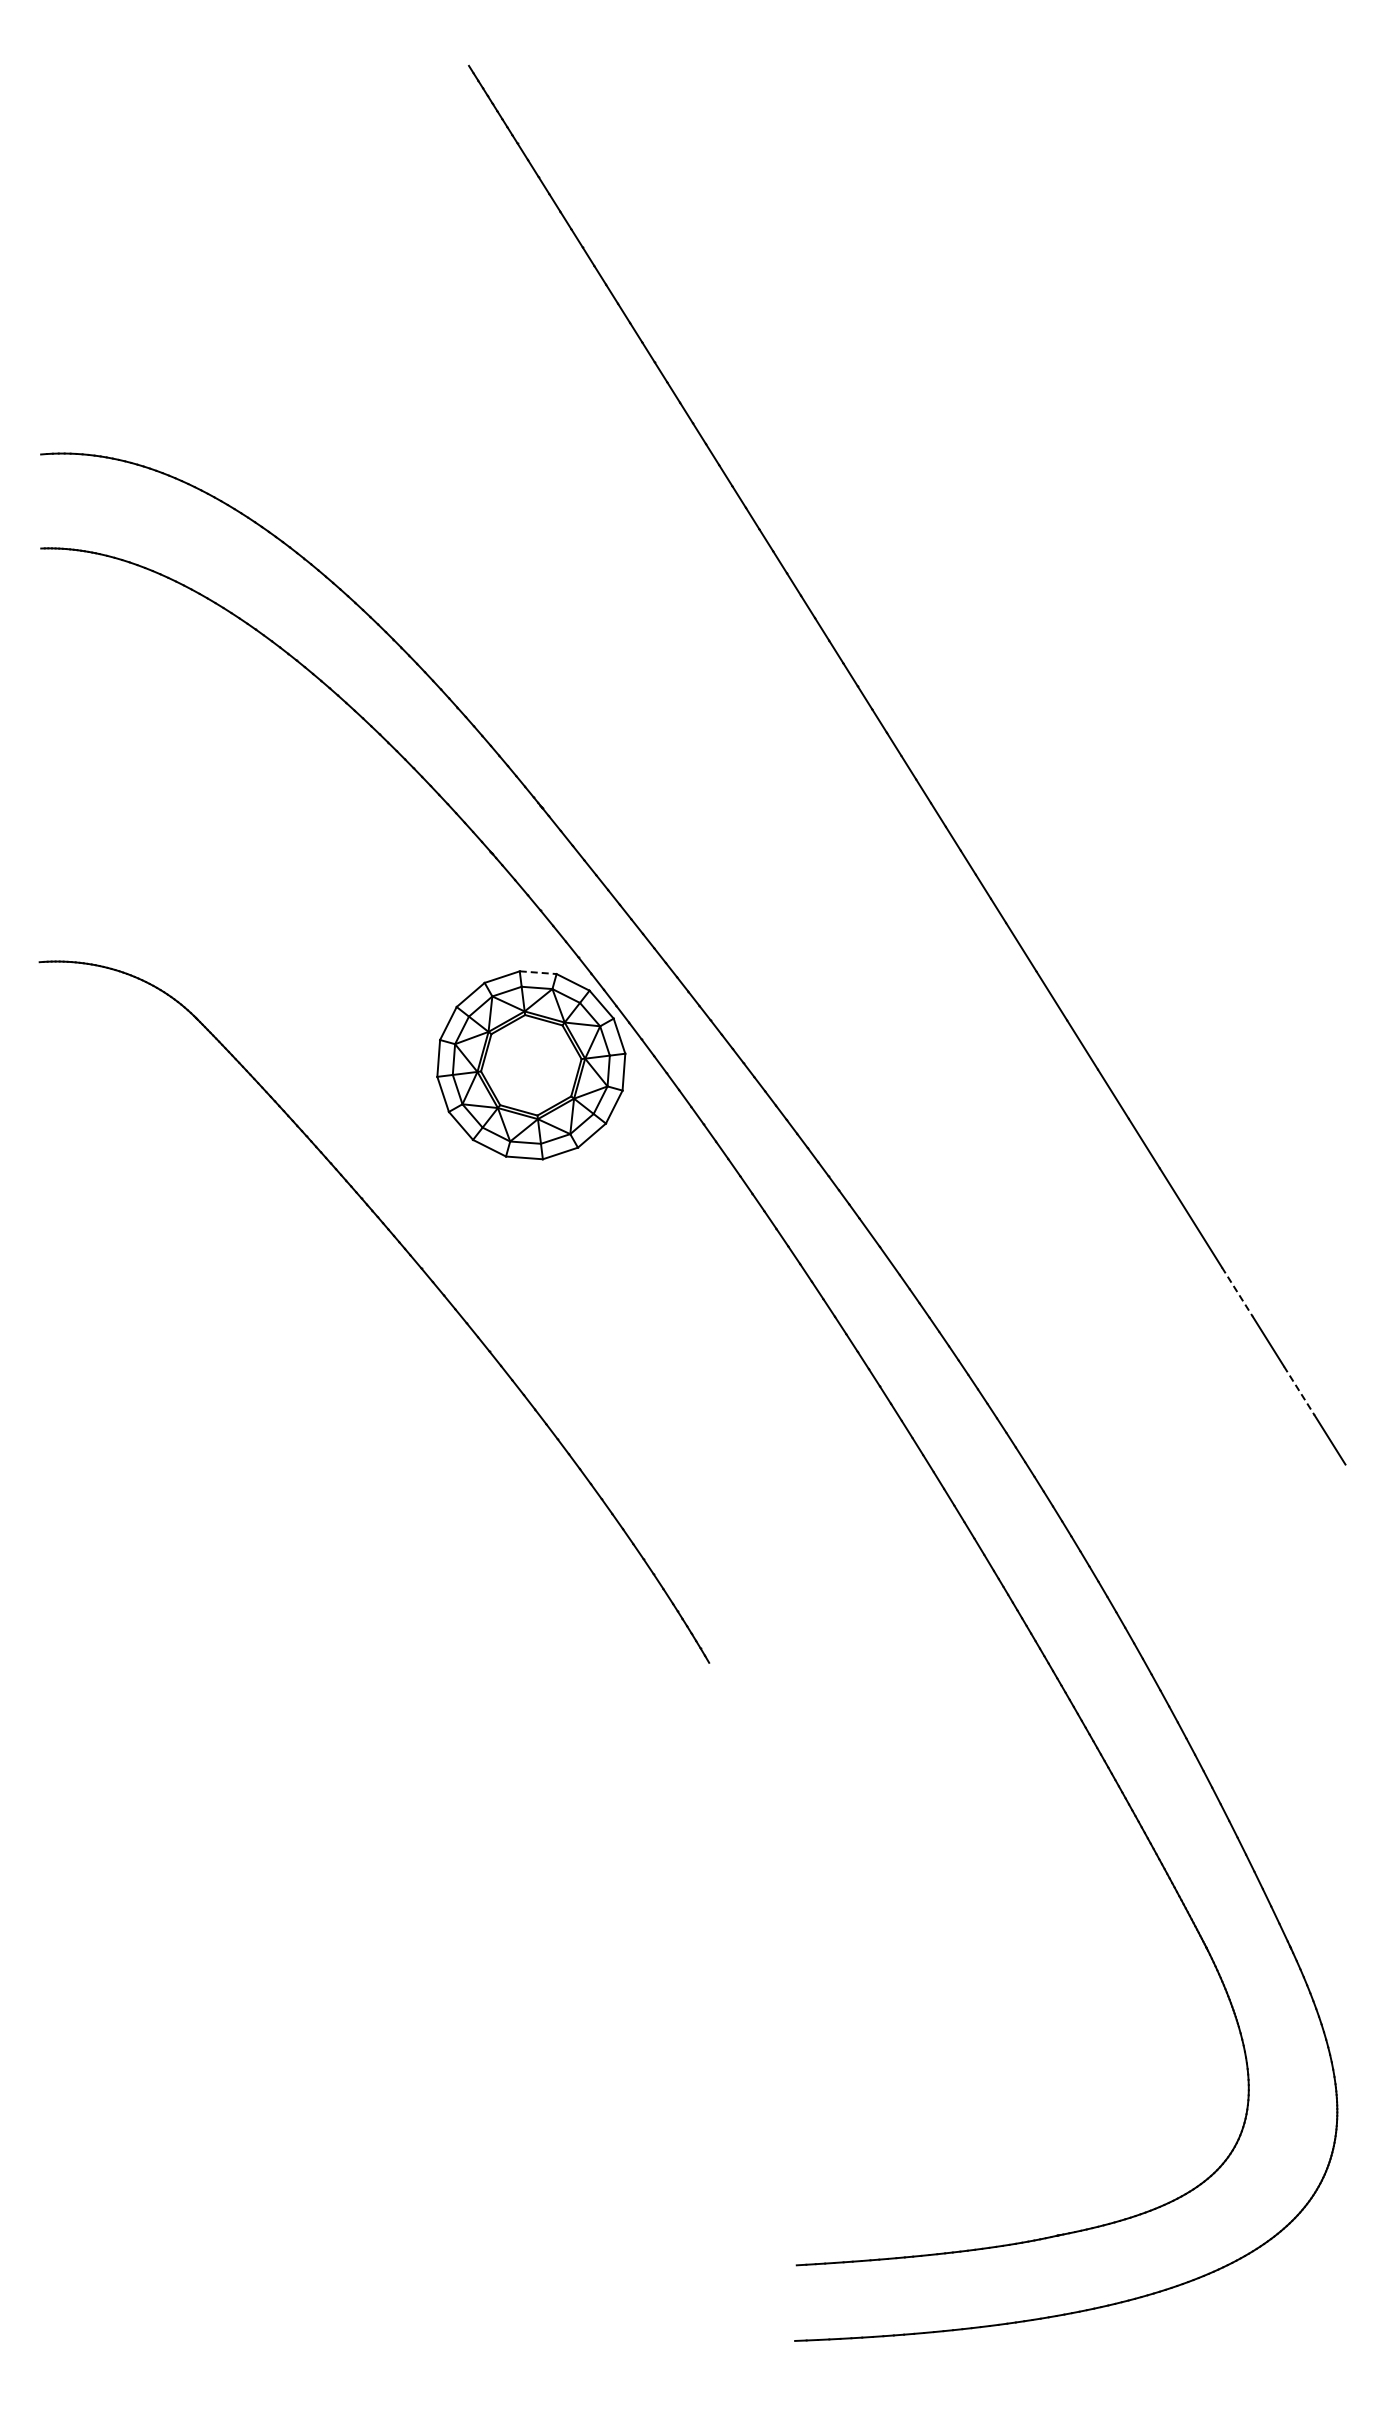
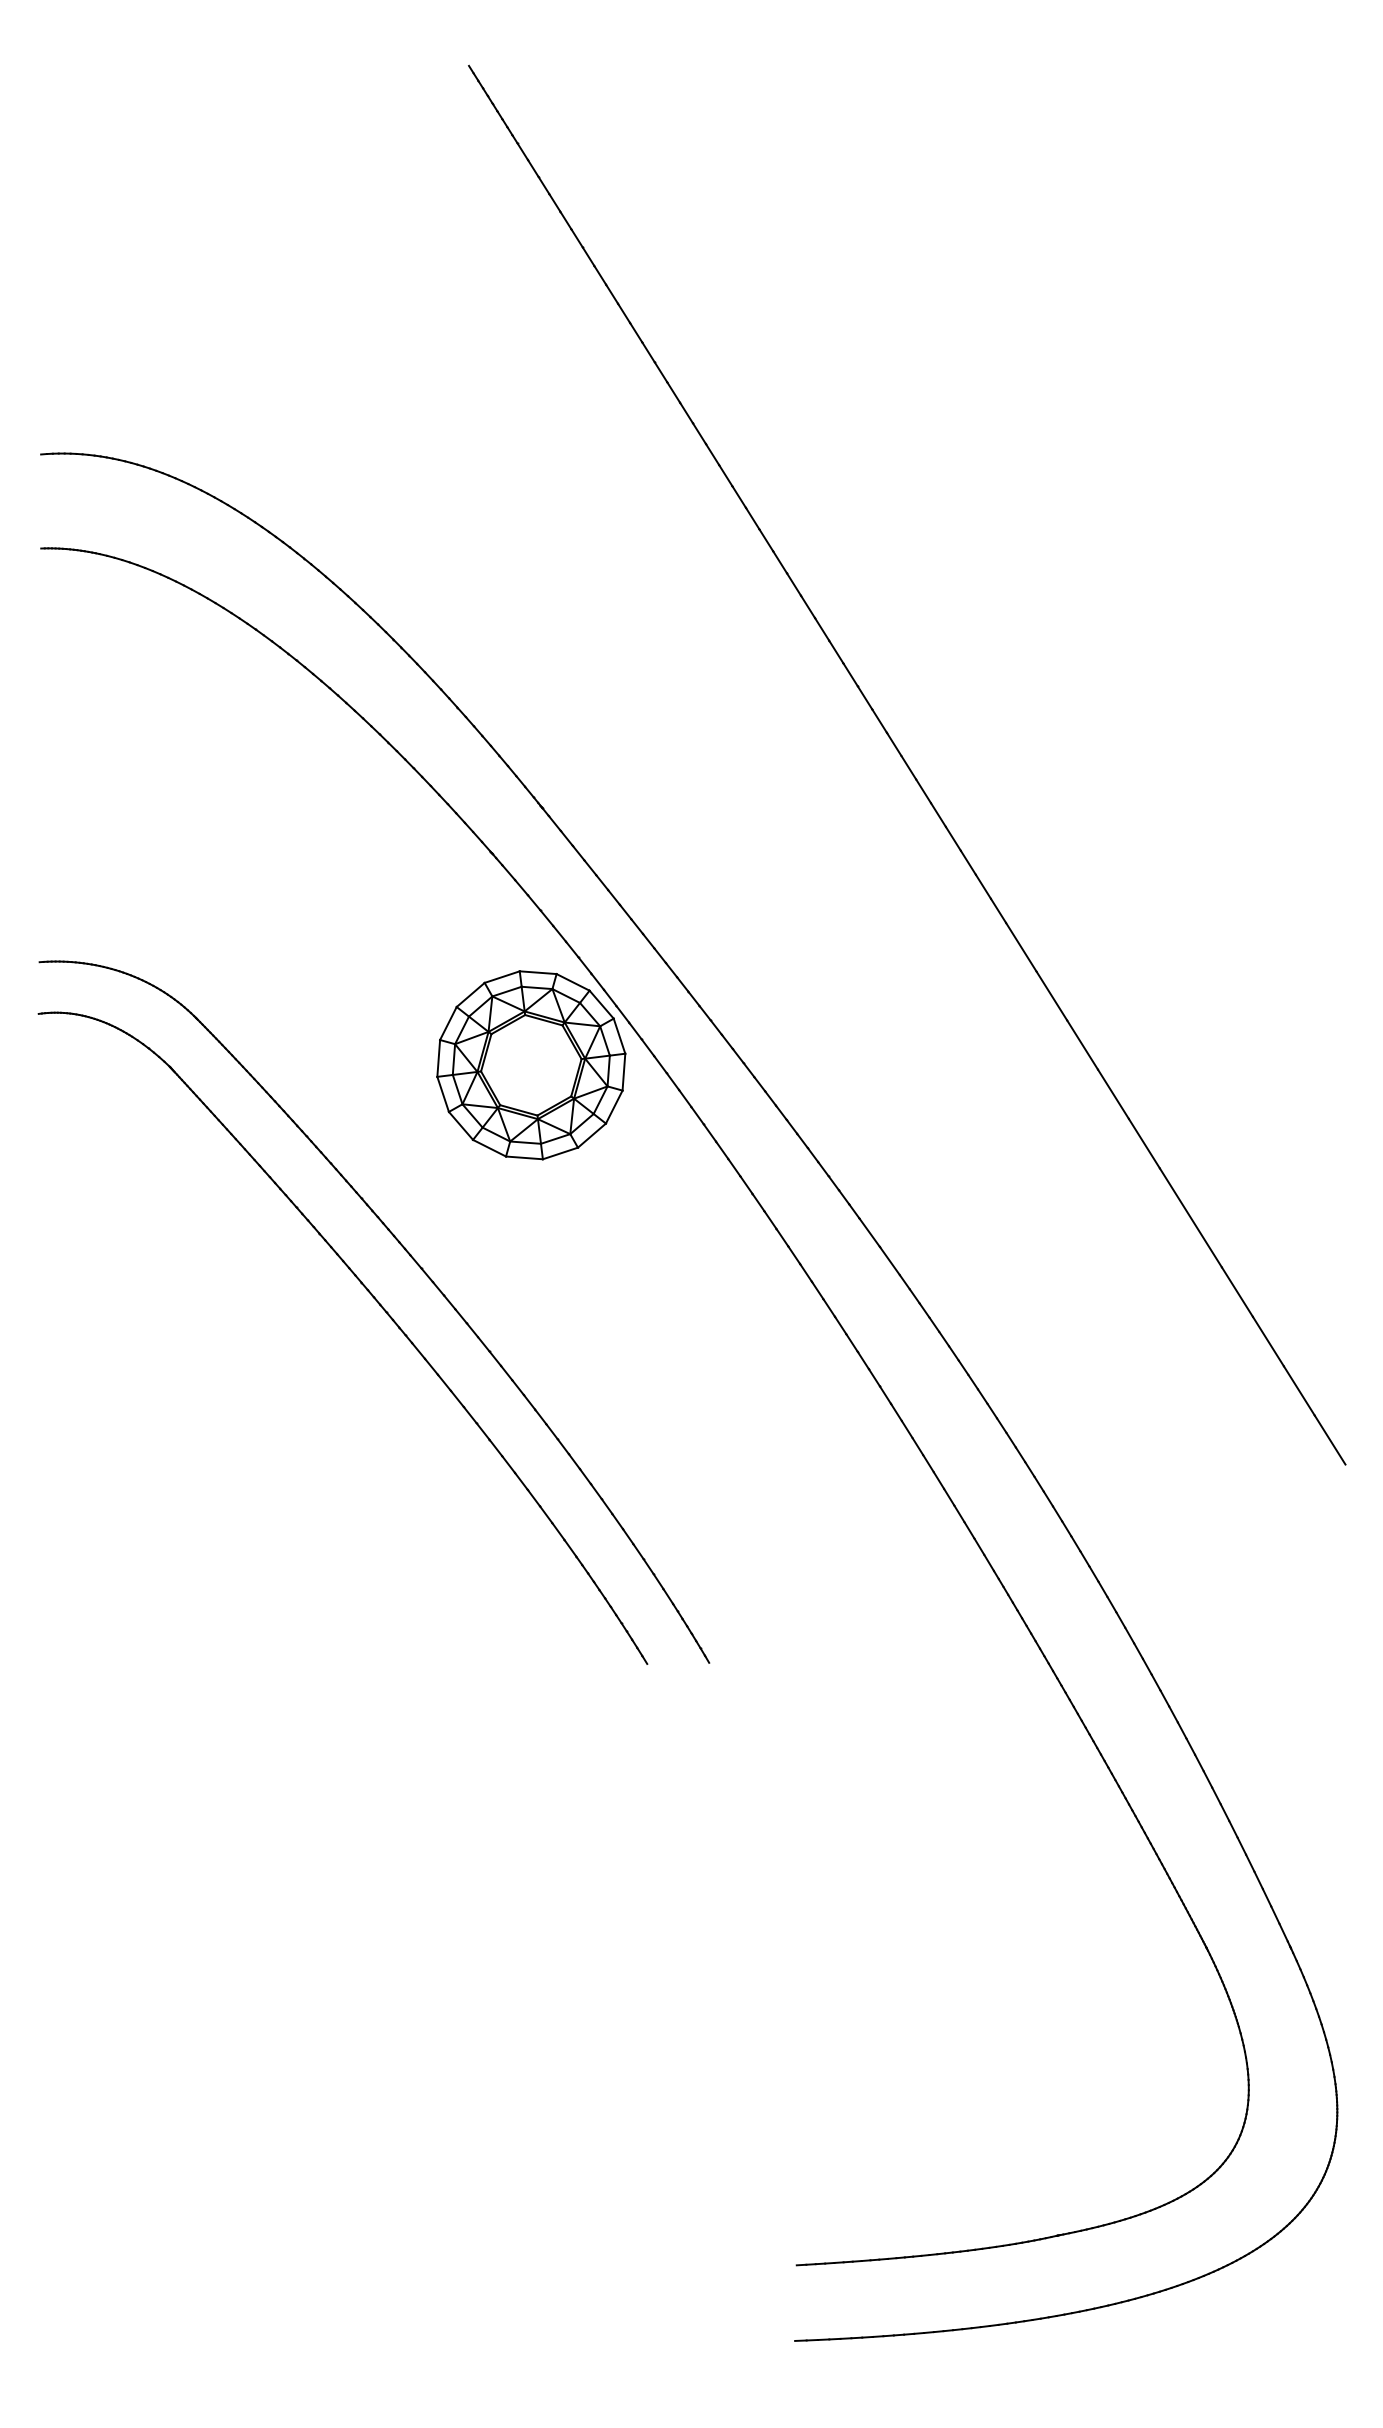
line at (538, 972): dashed -> solid
line at (1237, 1292): dashed -> solid
part at (377, 1303): none -> present
line at (1299, 1391): dashed -> solid
